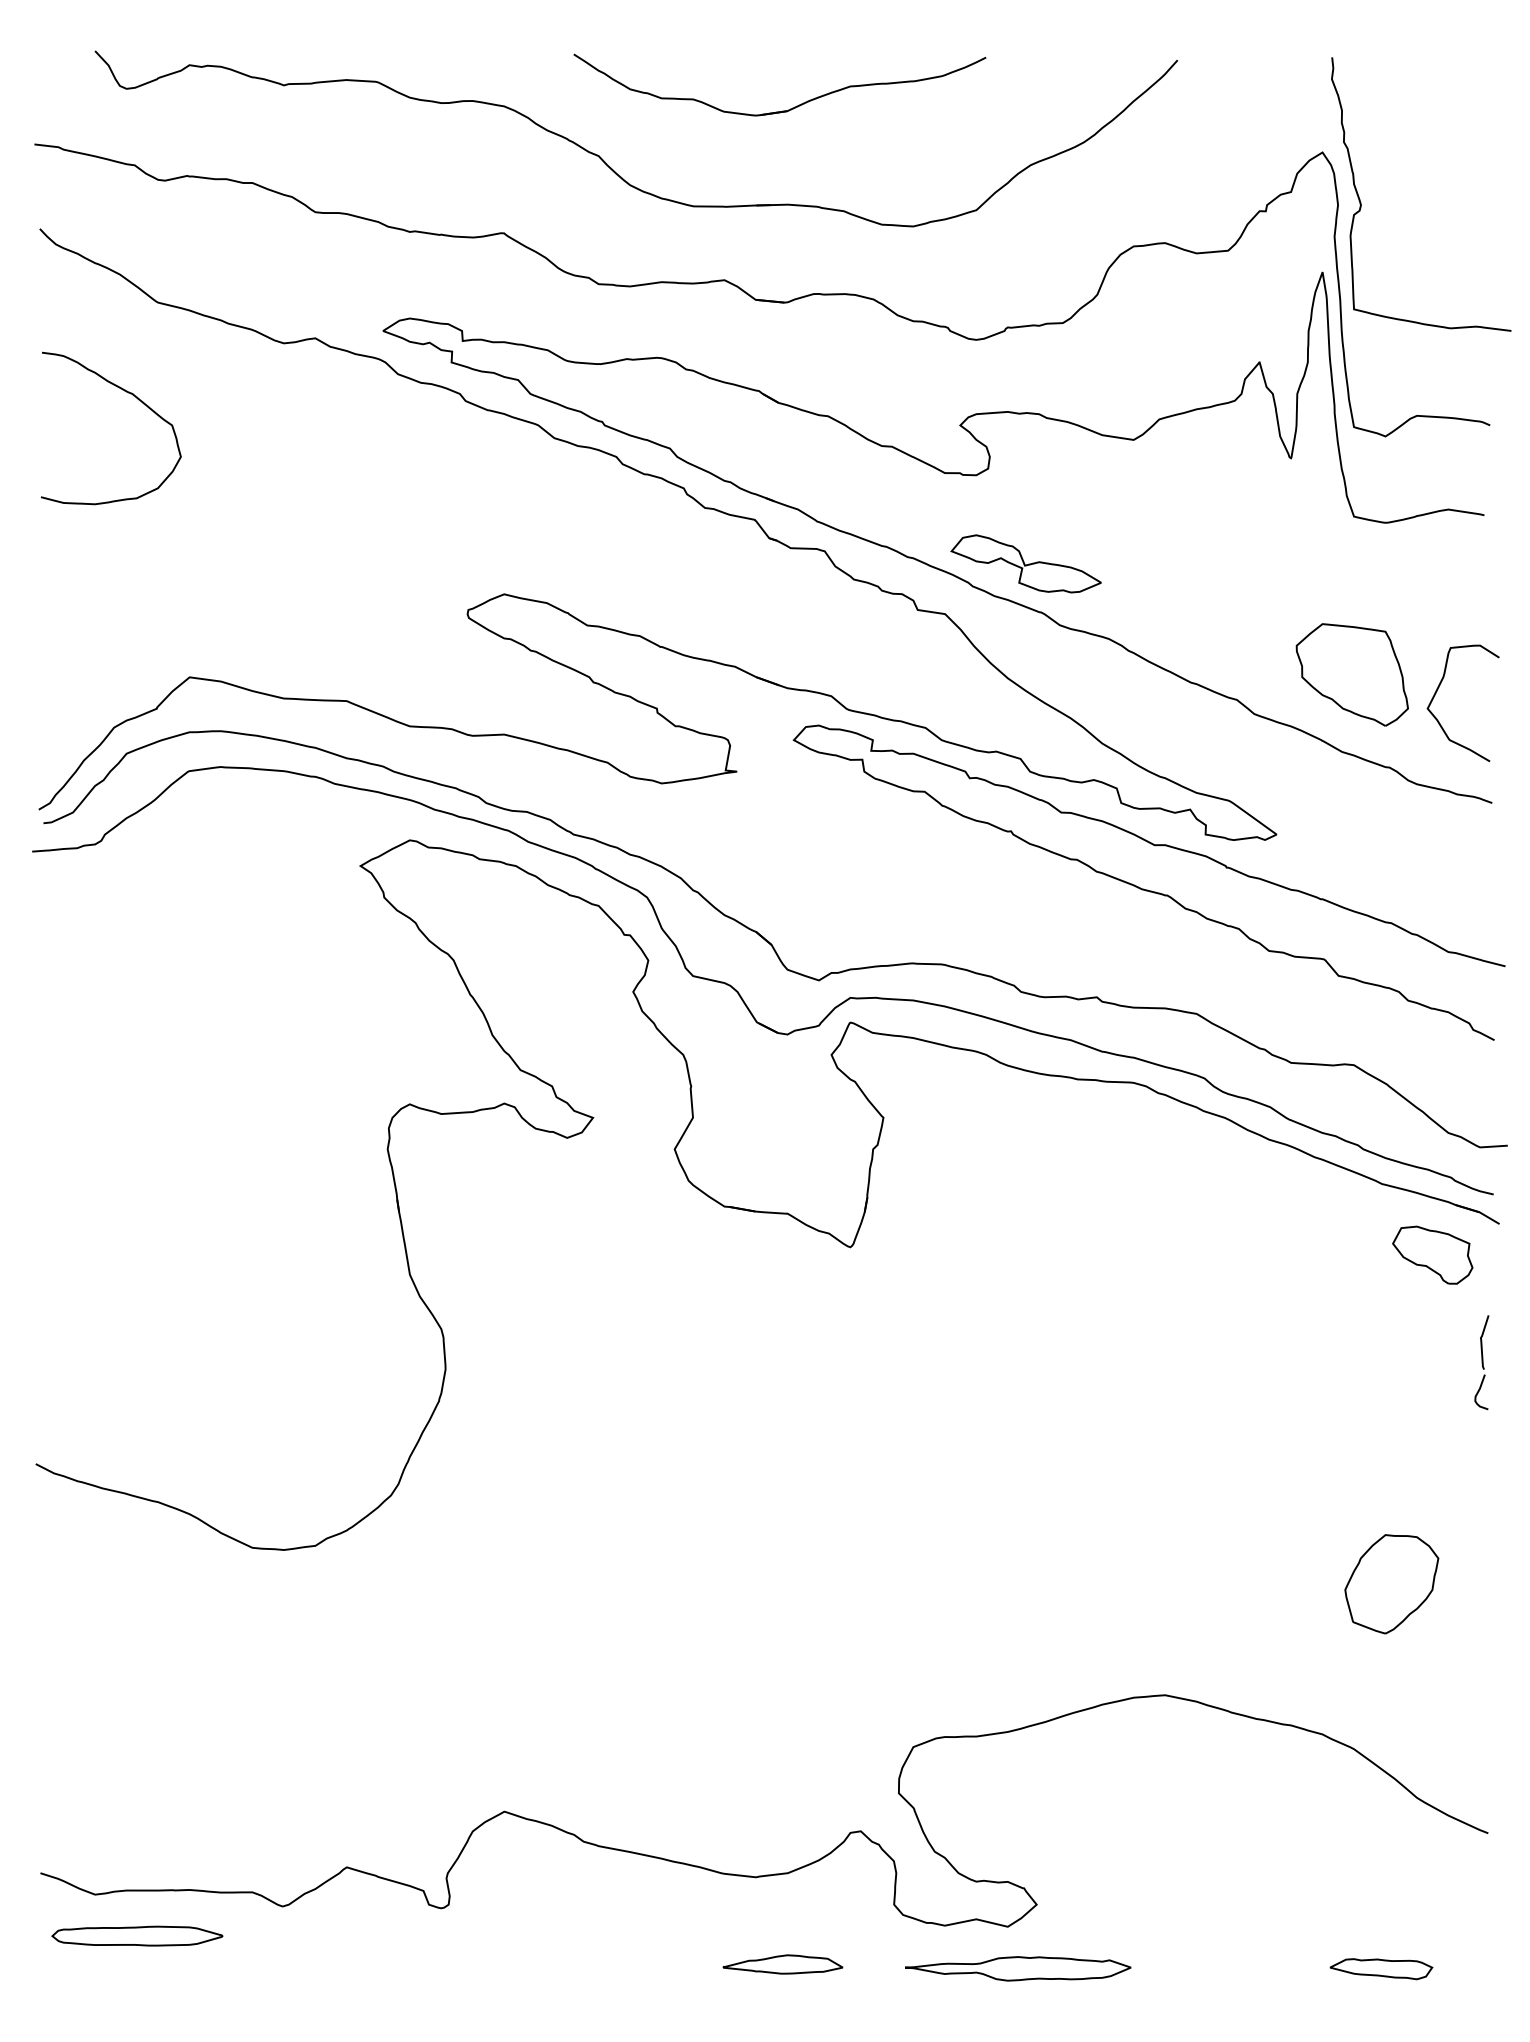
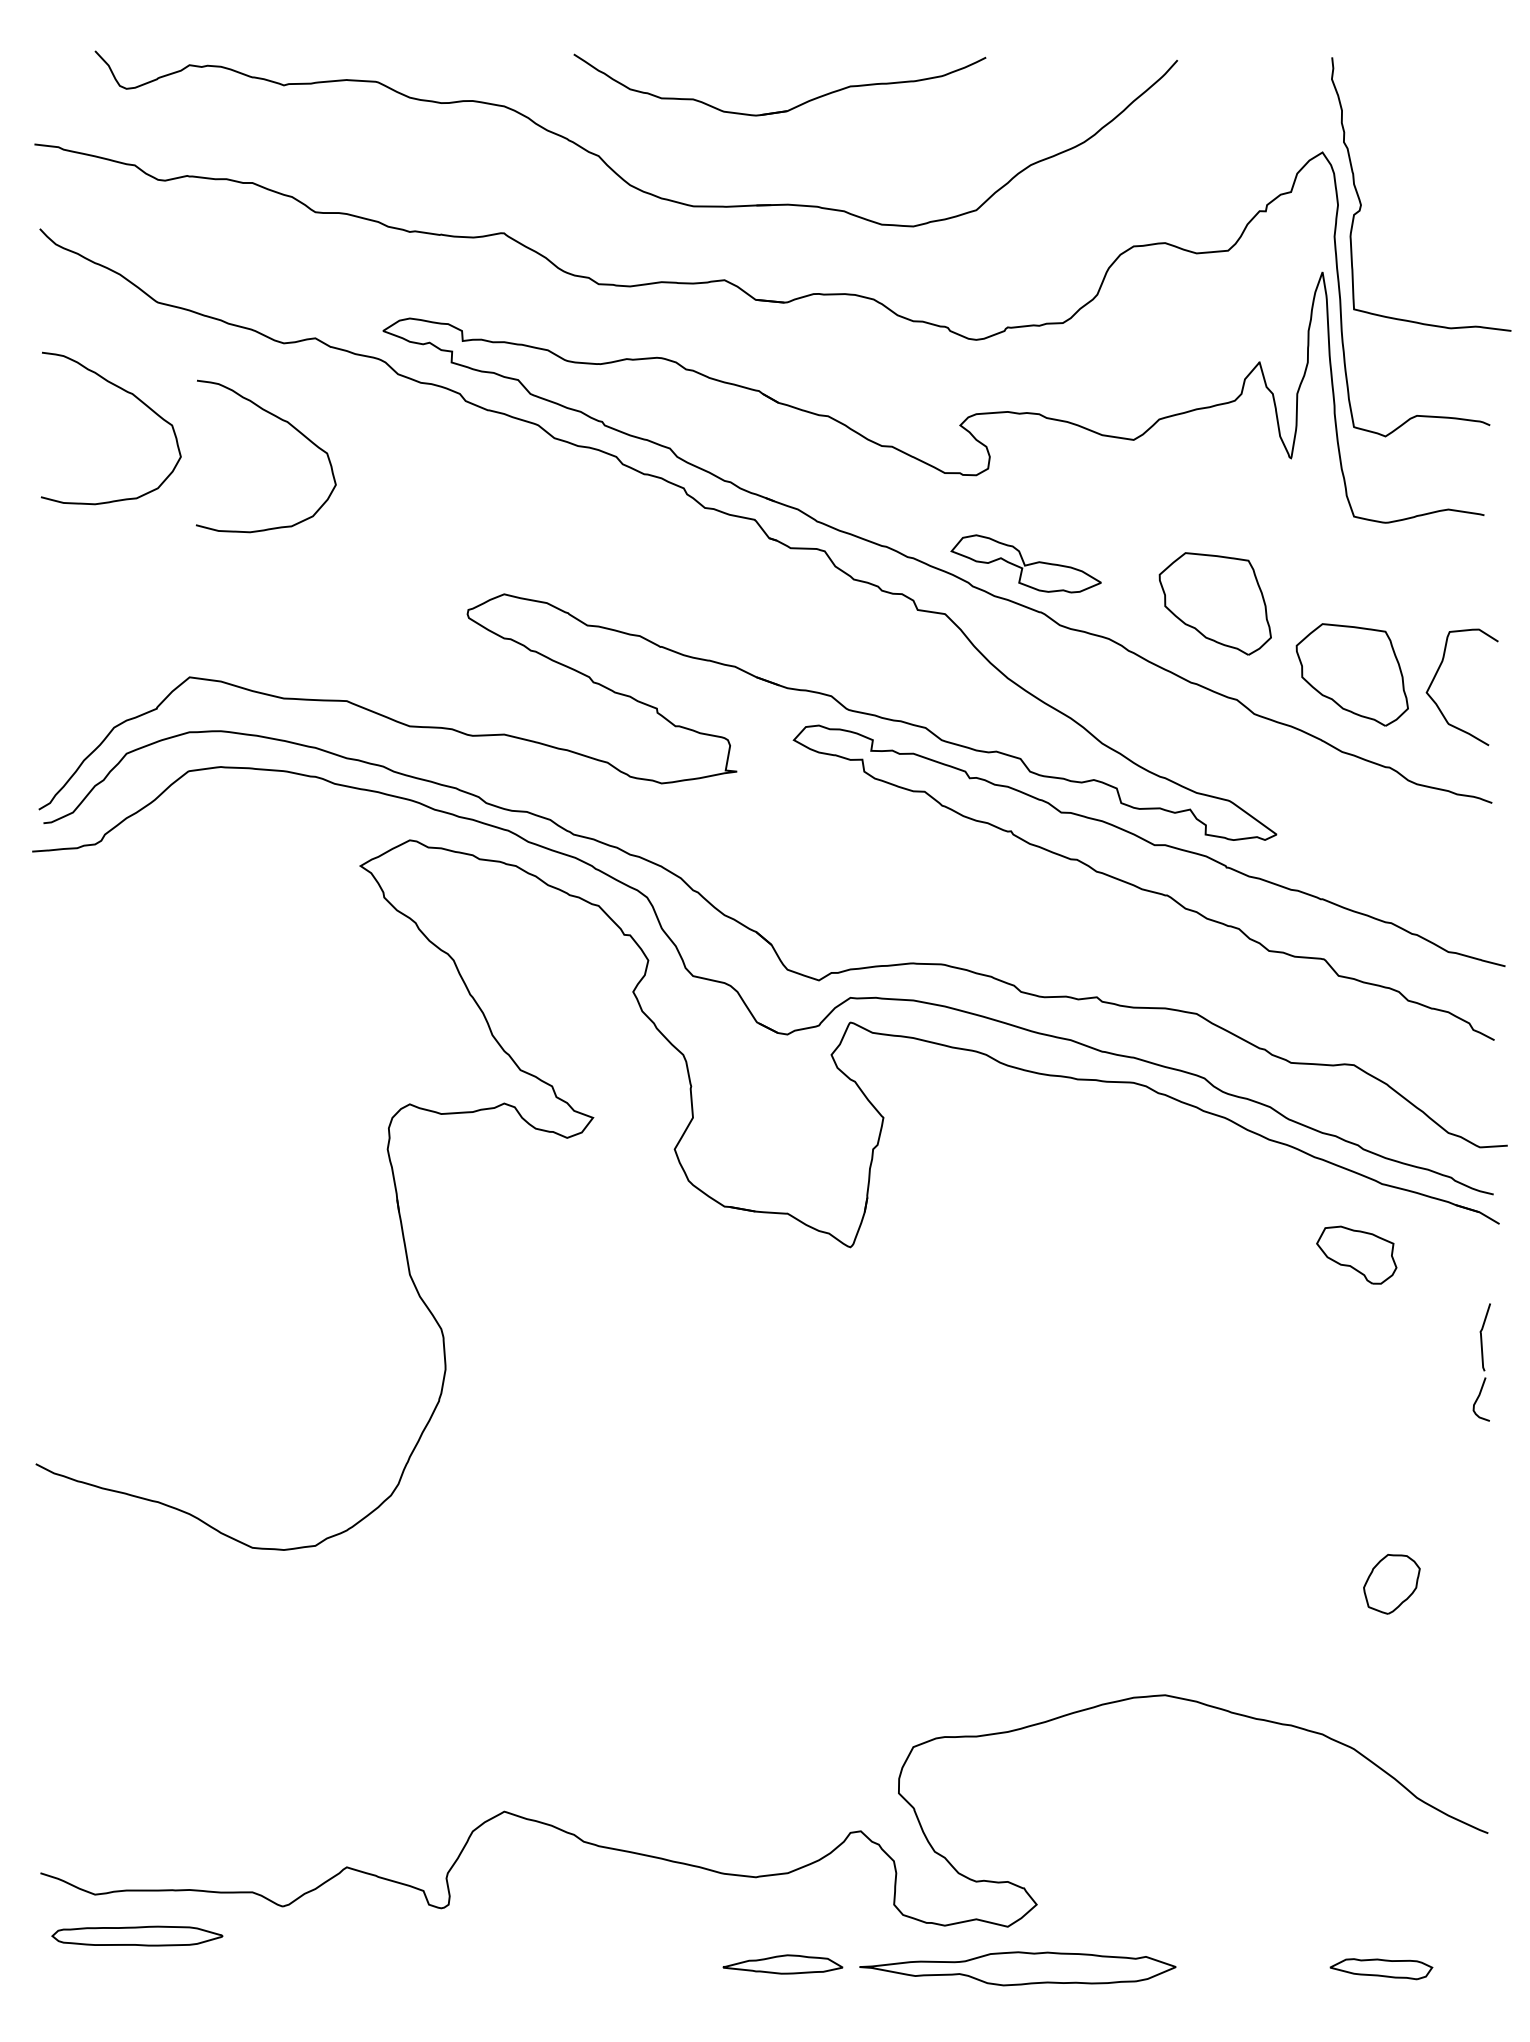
curve at (283, 421): none -> present
part at (1214, 603): none -> present
curve at (1437, 691) position: (1437, 691) -> (1436, 675)
part at (1432, 1254) position: (1432, 1254) -> (1356, 1254)
part at (1481, 1362) size: 16x96 px -> 19x119 px
part at (1391, 1584) size: 96x101 px -> 58x61 px
part at (1018, 1968) size: 227x26 px -> 318x36 px
